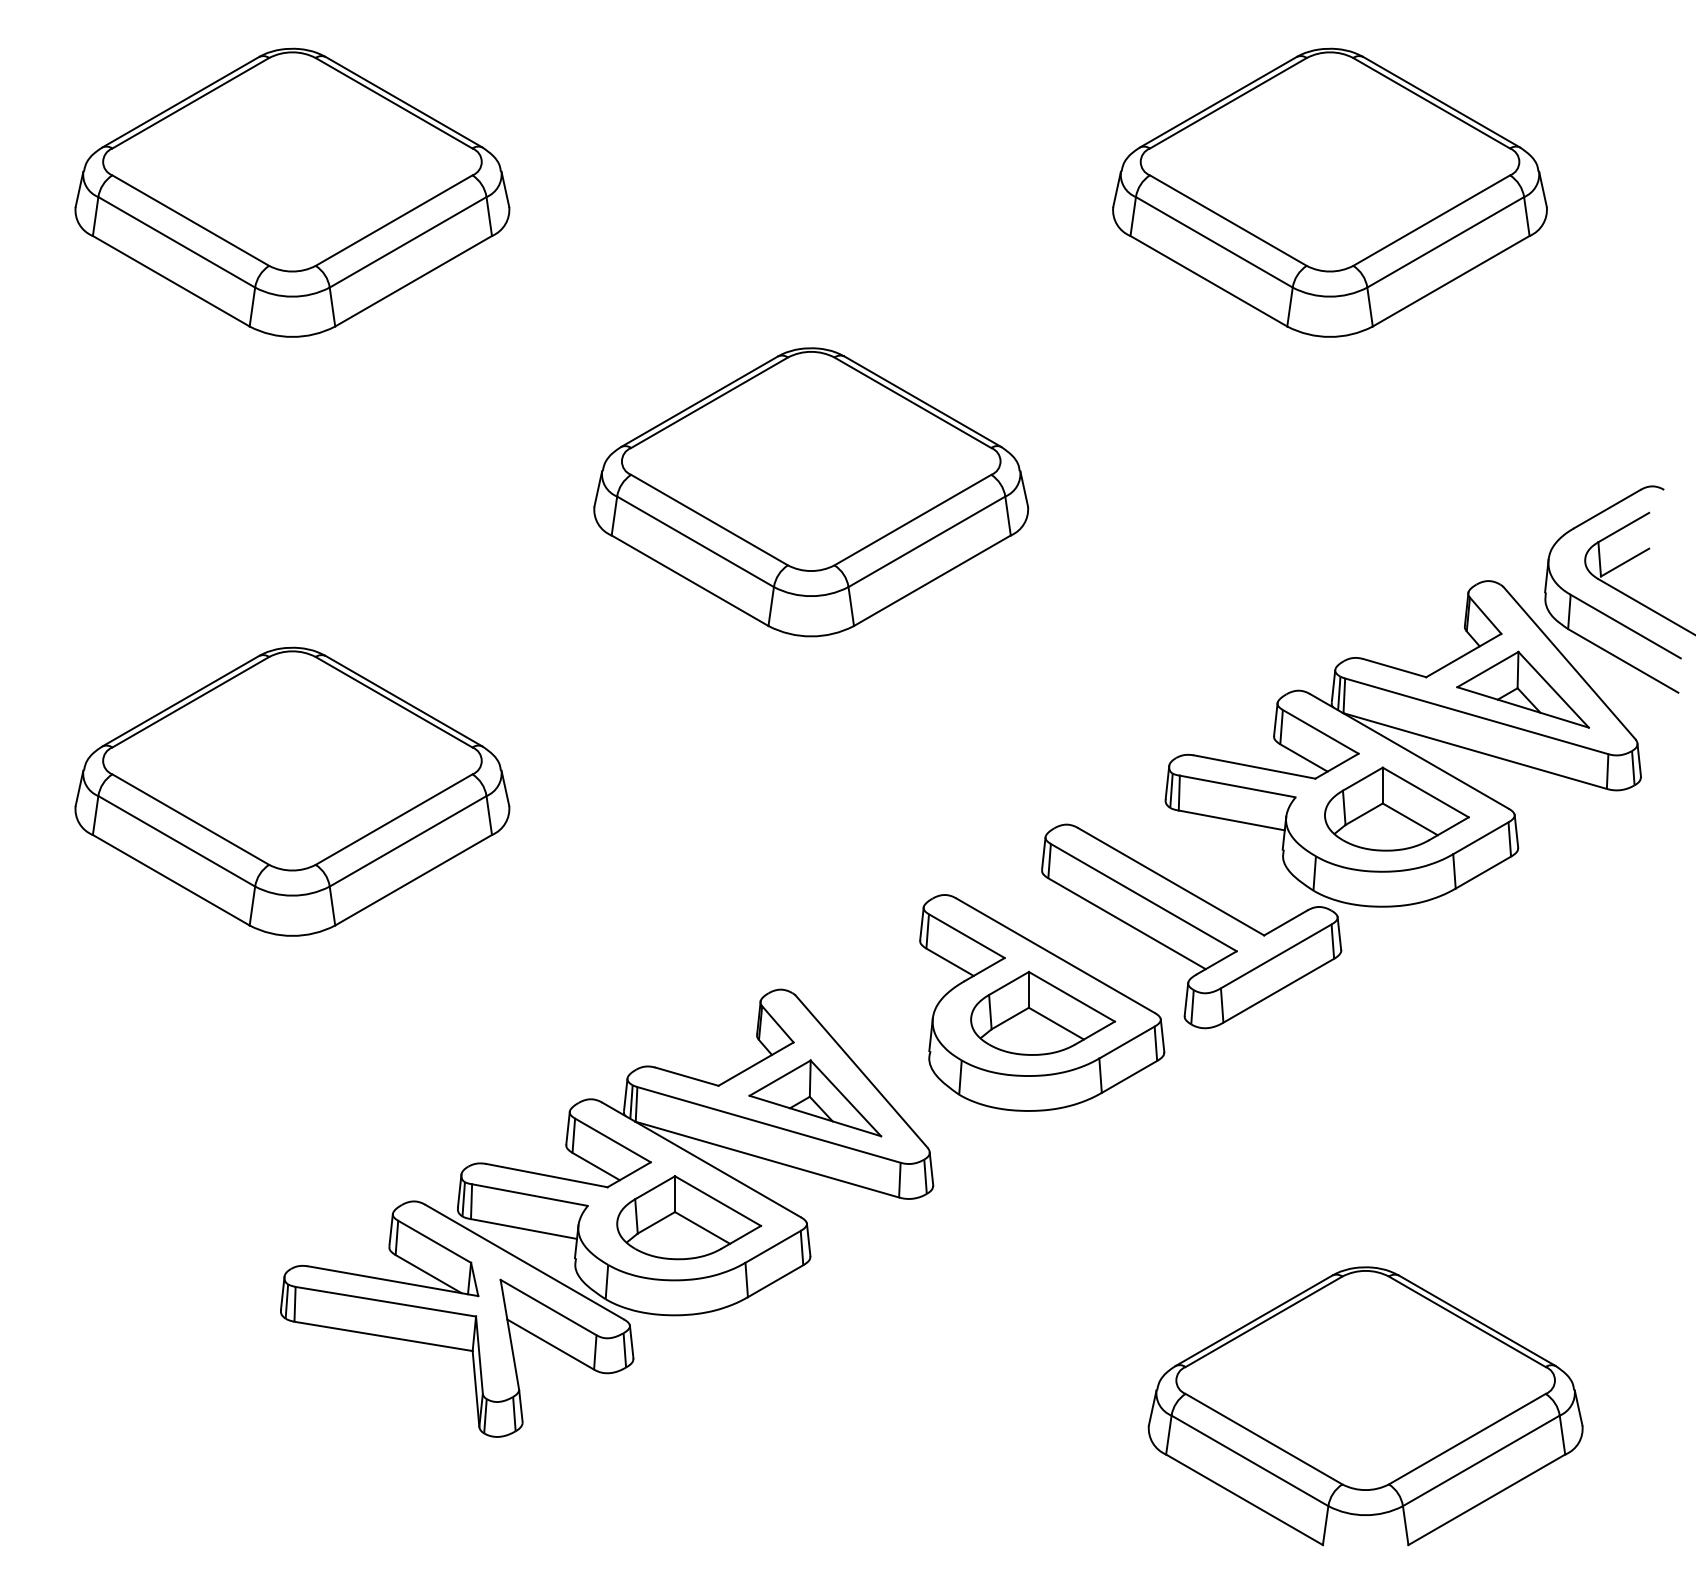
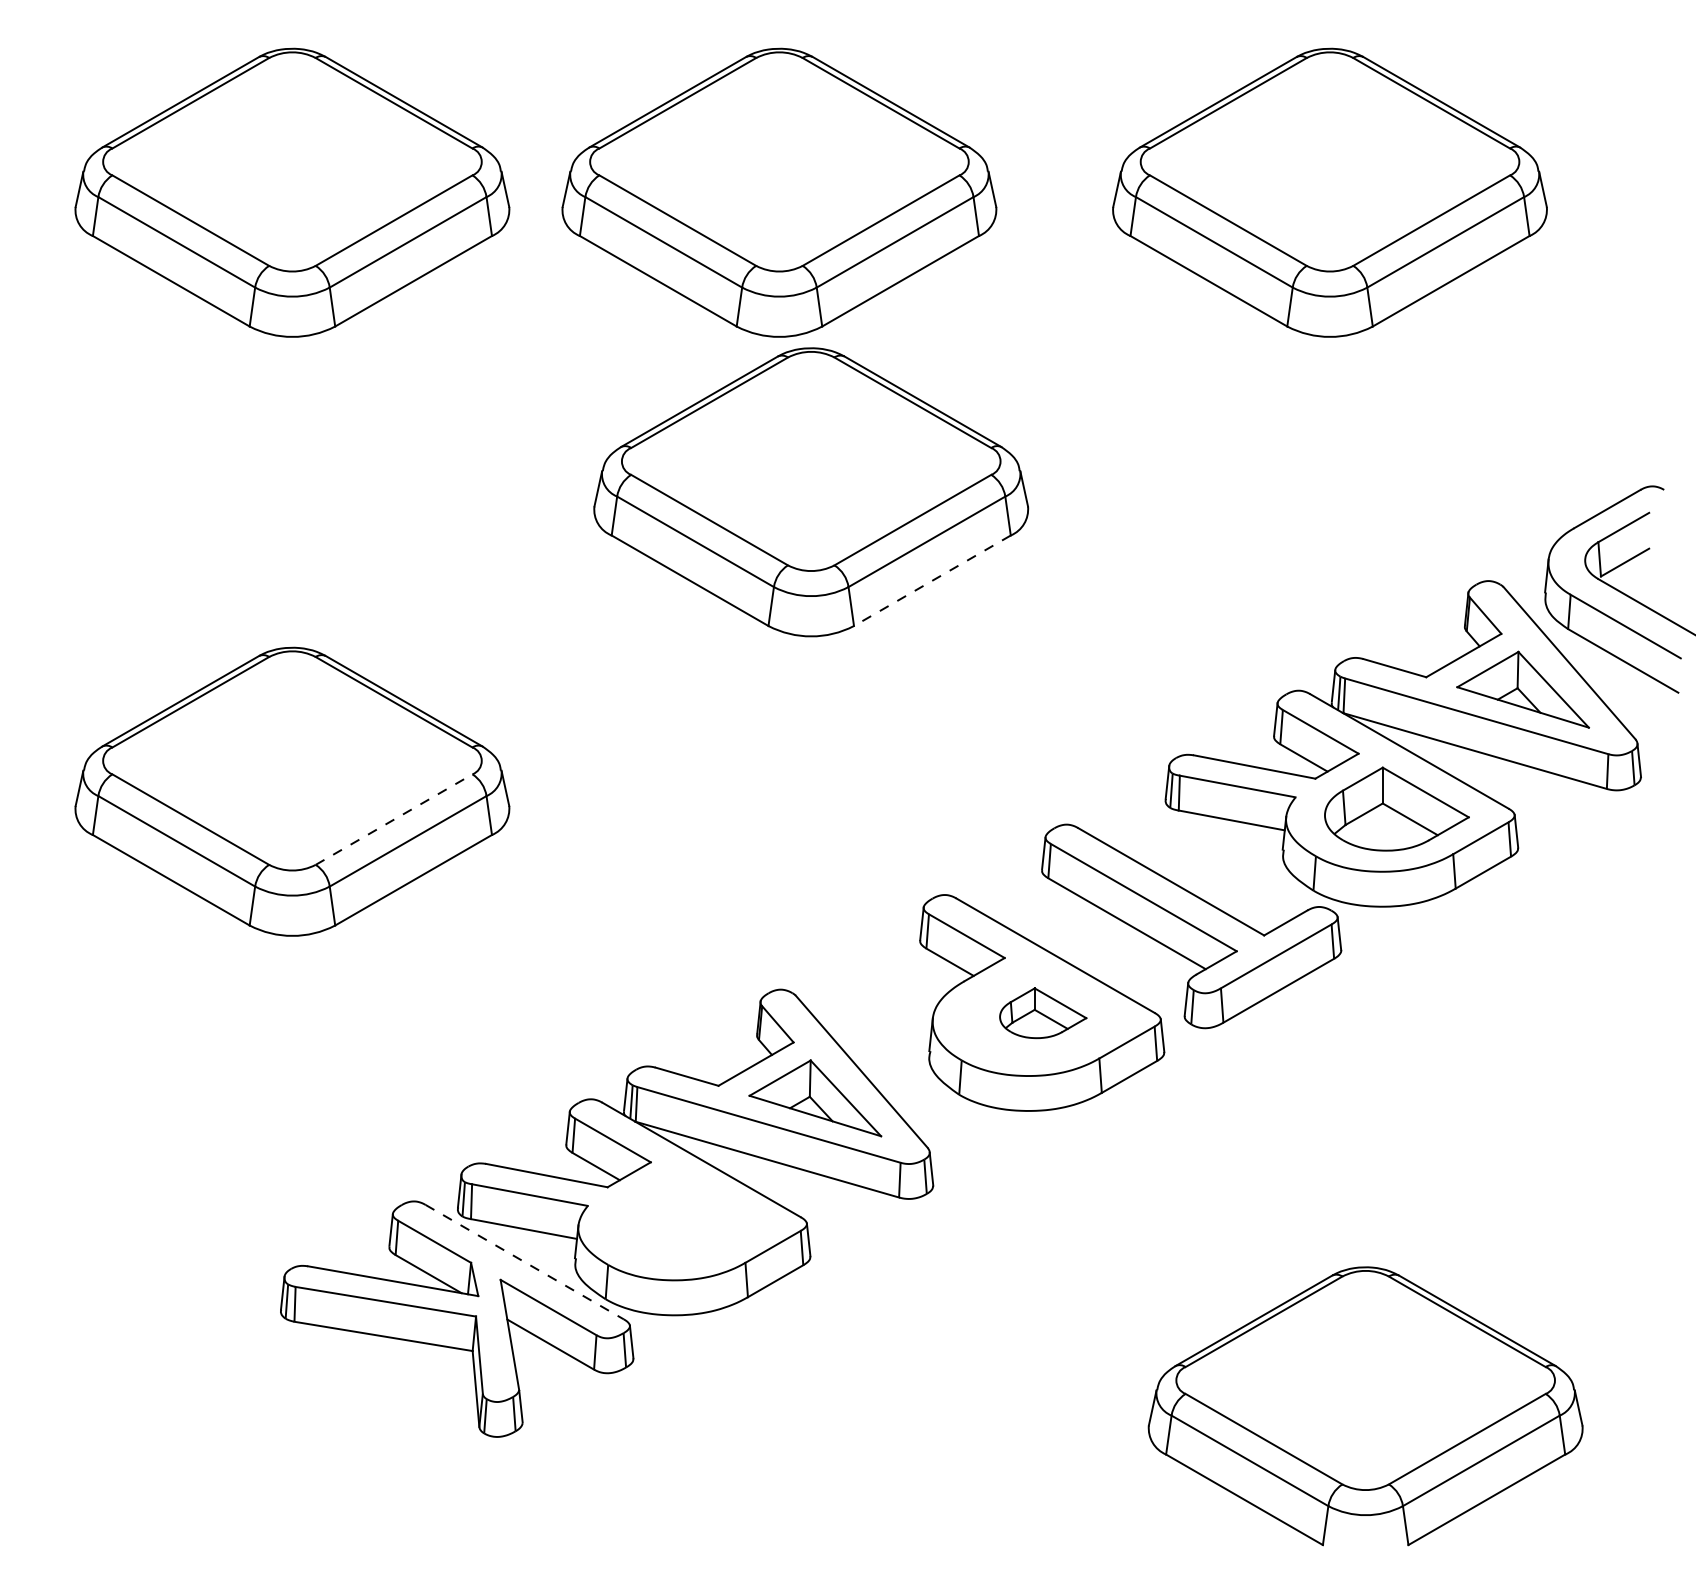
part at (779, 192): none -> present
line at (932, 580): solid -> dashed
line at (394, 819): solid -> dashed
part at (1043, 1012) size: 147x86 px -> 89x53 px
part at (689, 1217): present -> none
line at (525, 1262): solid -> dashed
